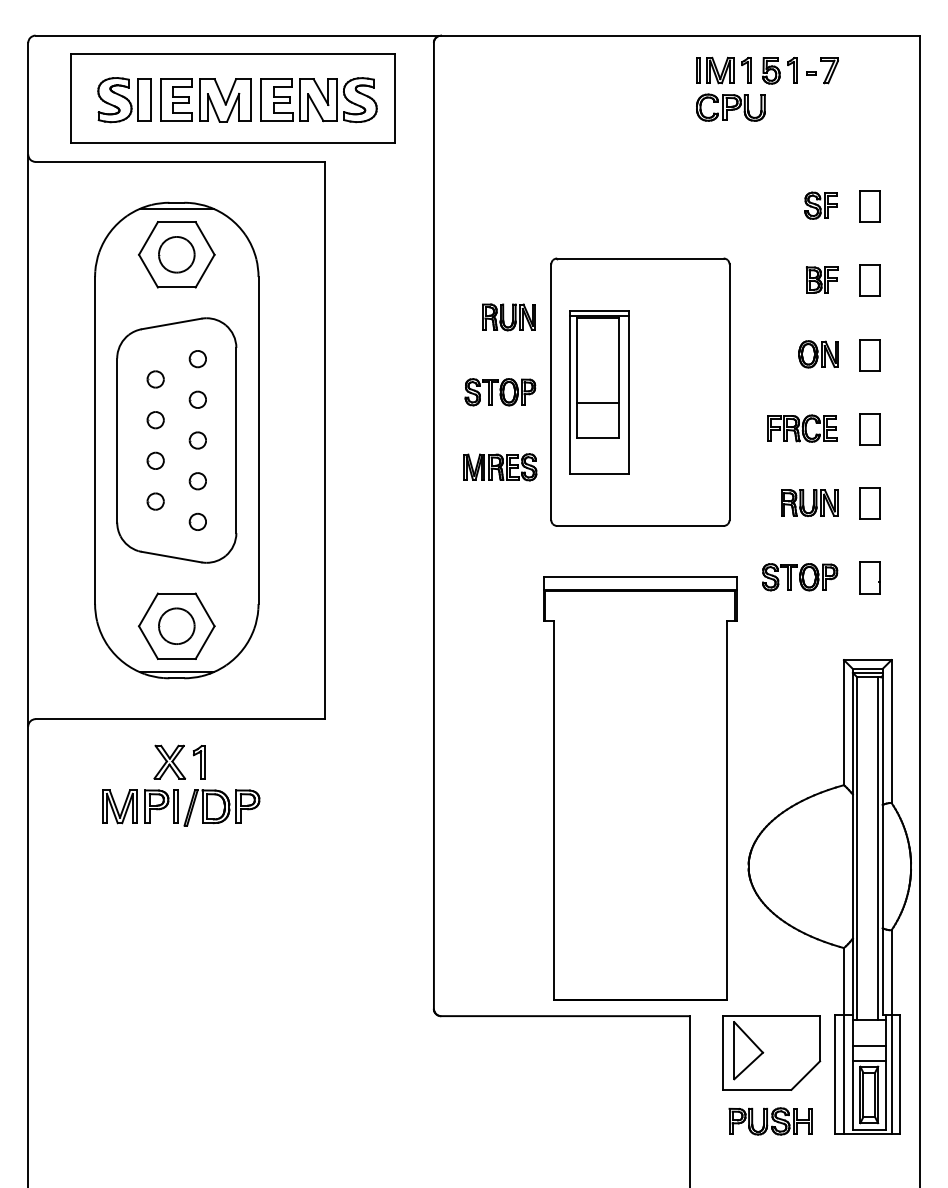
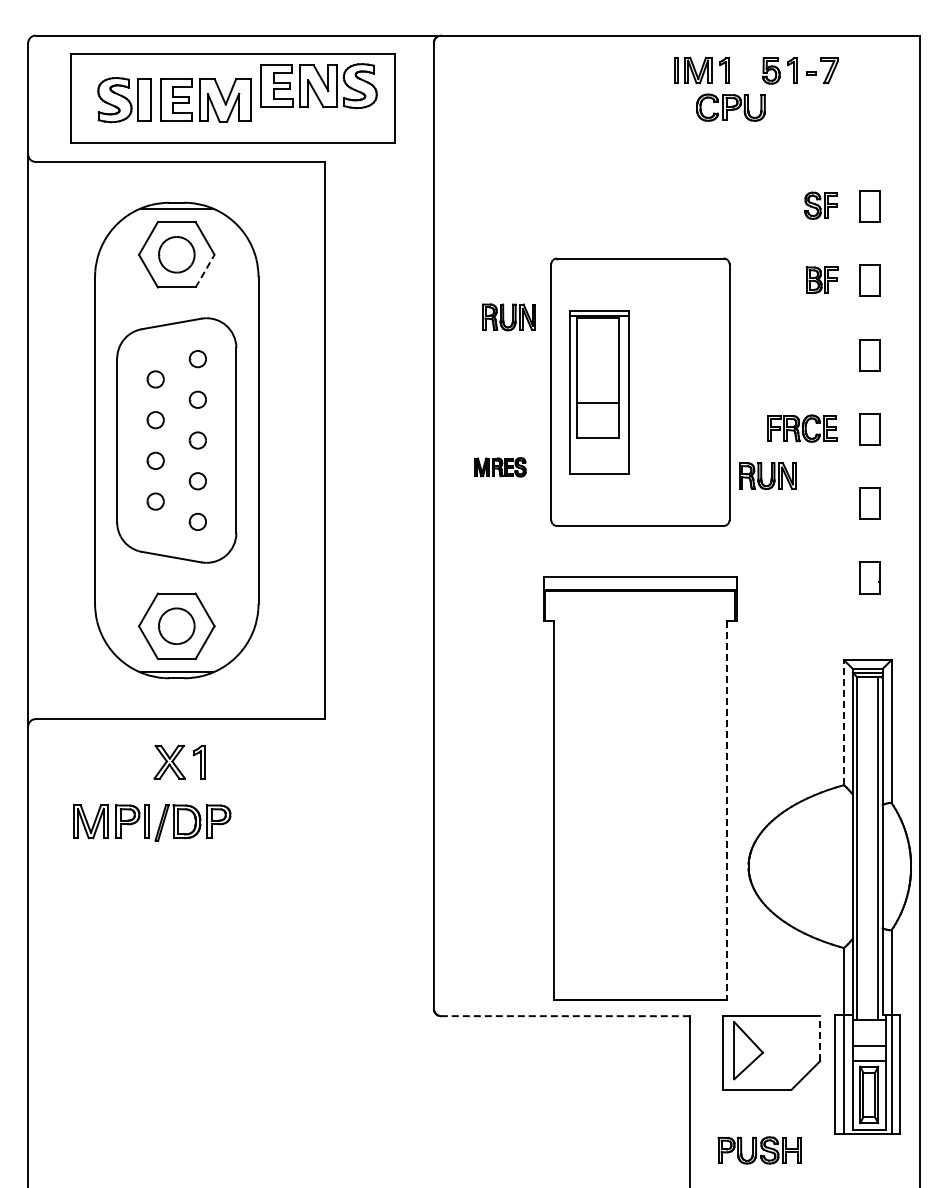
part at (723, 70) position: (723, 70) -> (701, 70)
part at (318, 100) position: (318, 100) -> (318, 86)
line at (205, 271): solid -> dashed
part at (818, 354): present -> none
part at (500, 392): present -> none
part at (500, 467) size: 75x29 px -> 53x21 px
part at (809, 502) position: (809, 502) -> (767, 475)
part at (800, 577): present -> none
line at (843, 722): solid -> dashed
part at (181, 807) position: (181, 807) -> (152, 822)
line at (726, 811): solid -> dashed
line at (565, 1016): solid -> dashed
line at (820, 1038): solid -> dashed
part at (770, 1121) position: (770, 1121) -> (759, 1150)
